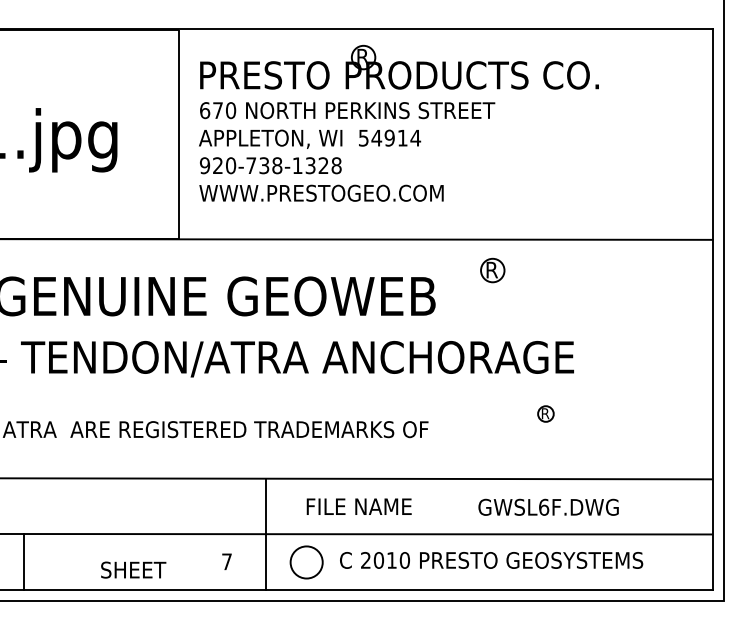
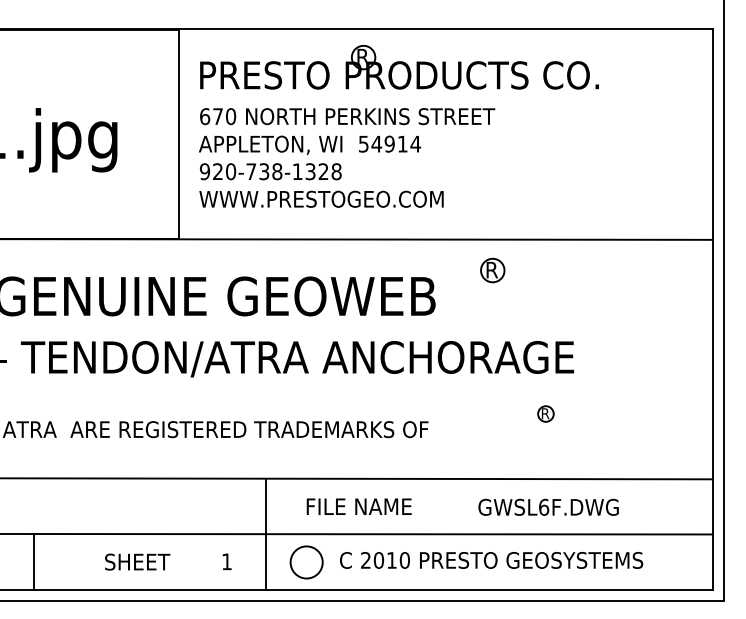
text at (347, 151) position: (347, 151) -> (347, 157)
line at (24, 561) position: (24, 561) -> (34, 561)
text at (226, 561): 7 -> 1
text at (133, 569) position: (133, 569) -> (137, 561)
